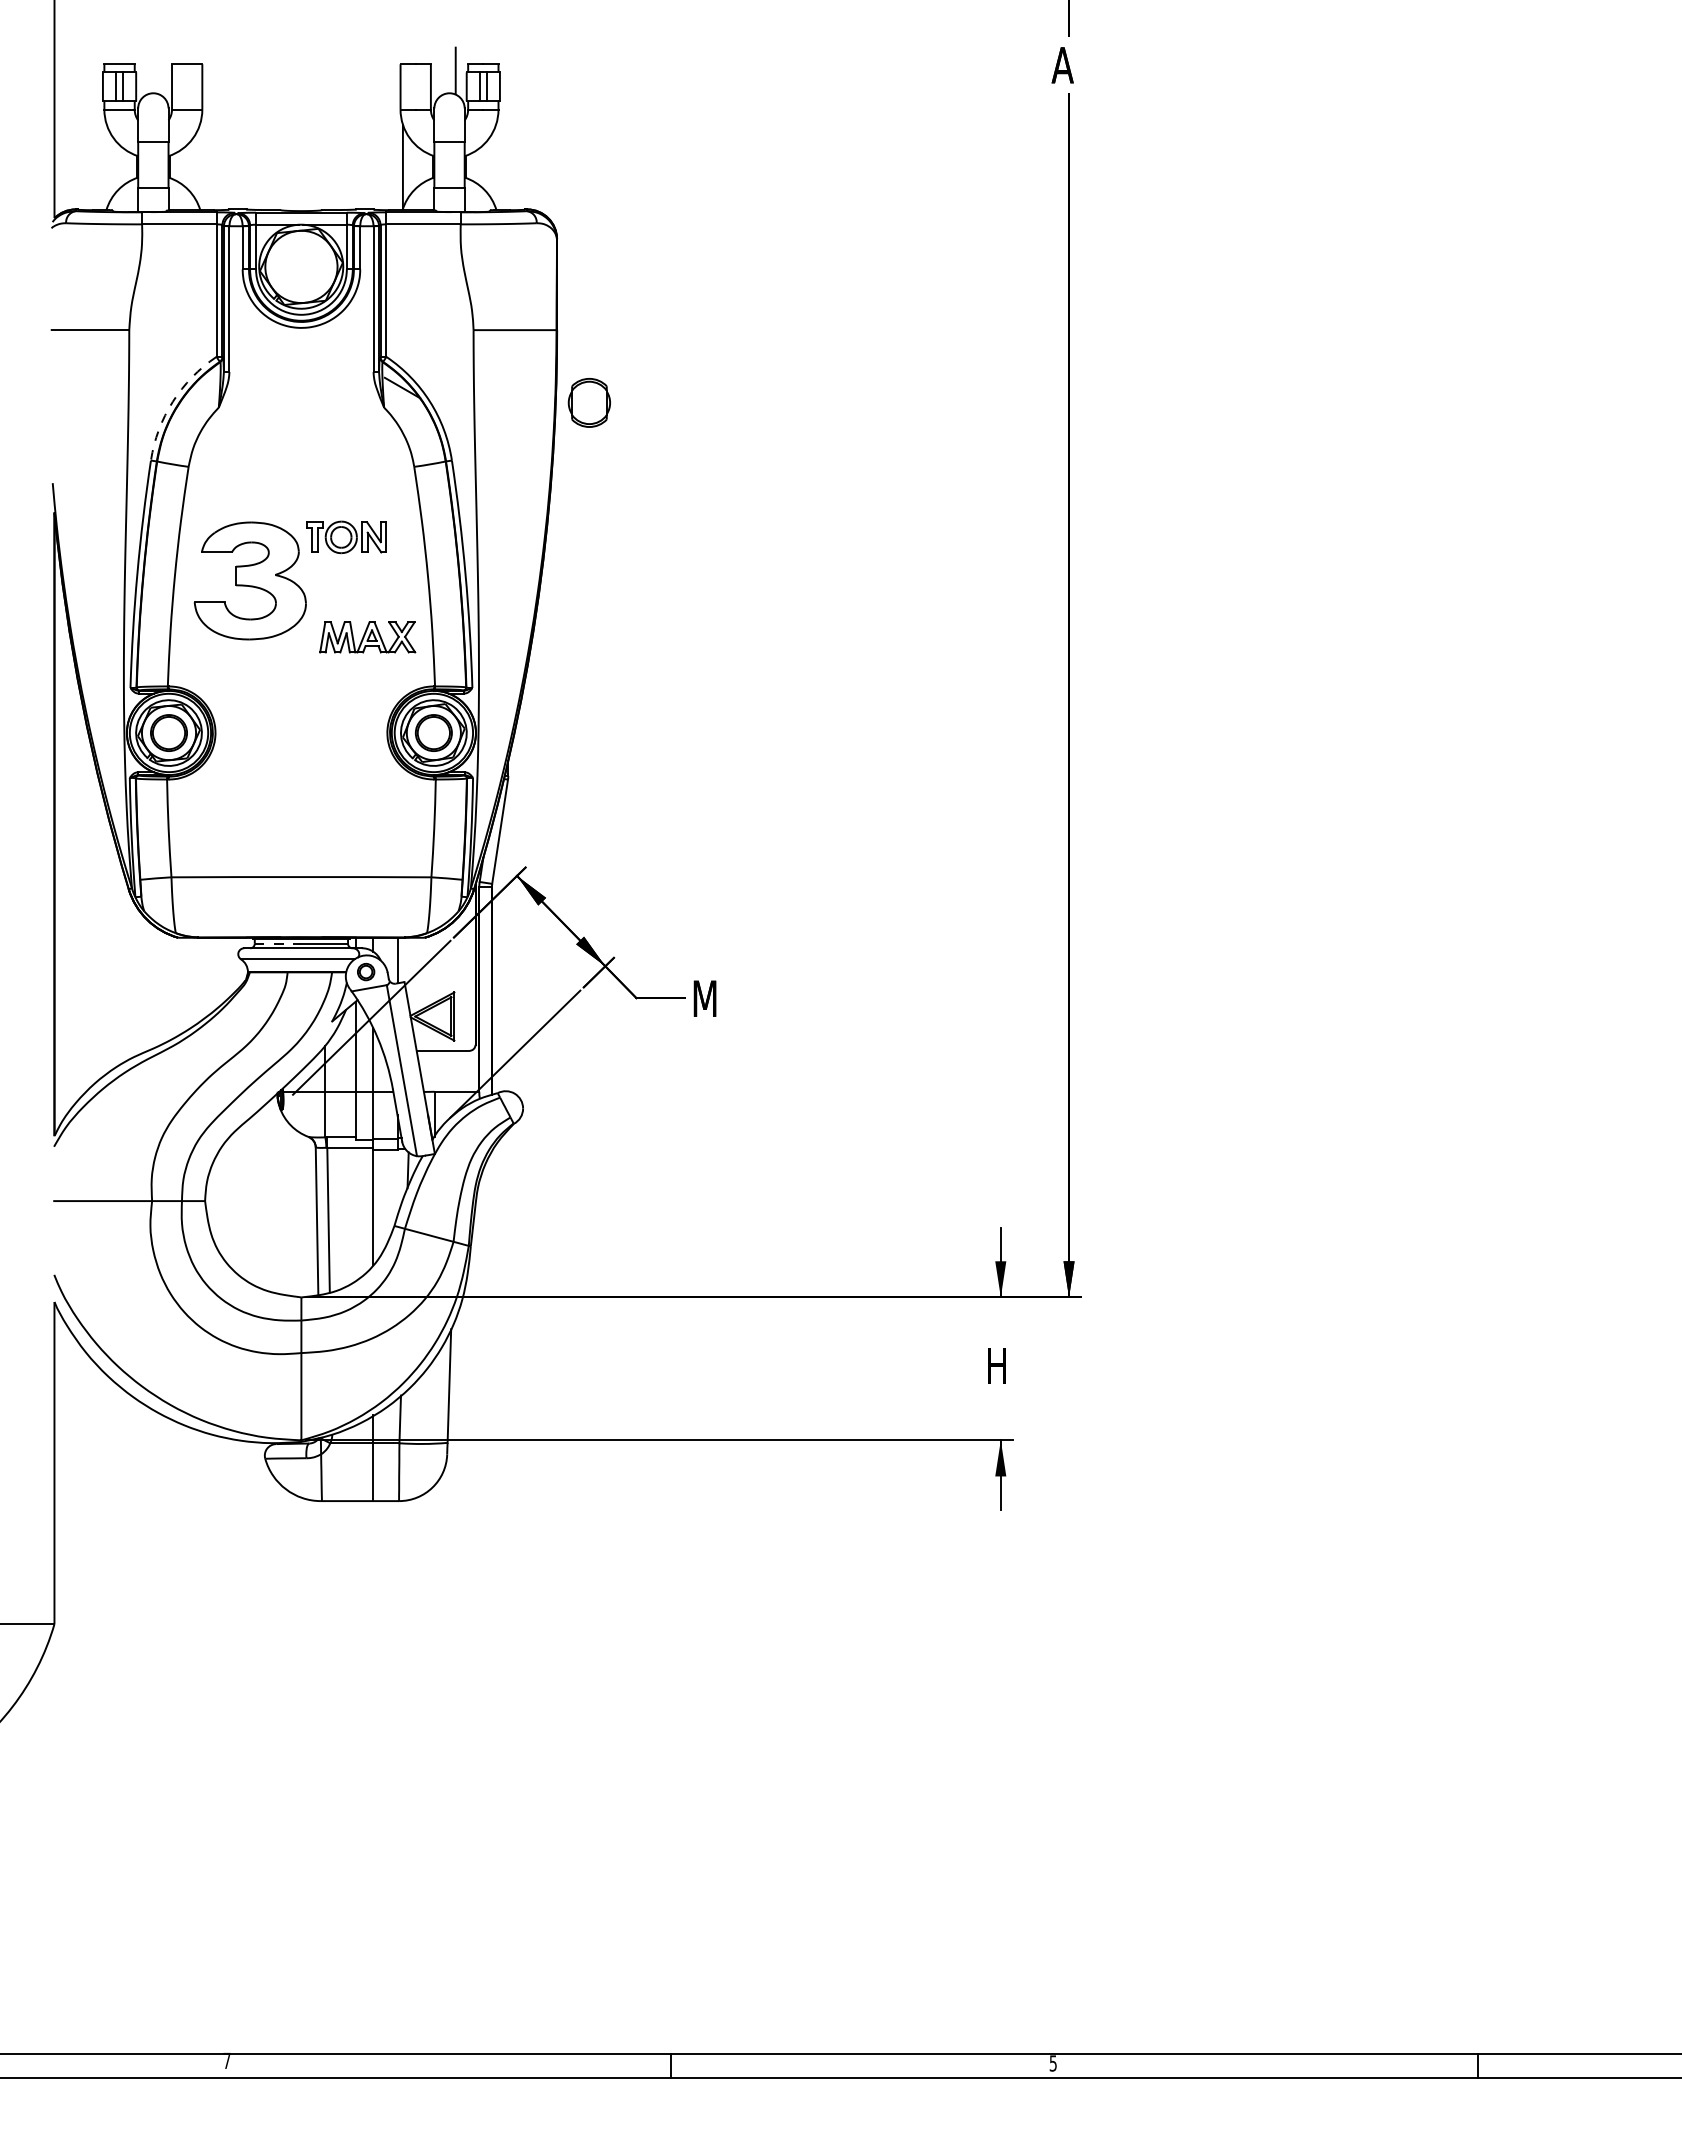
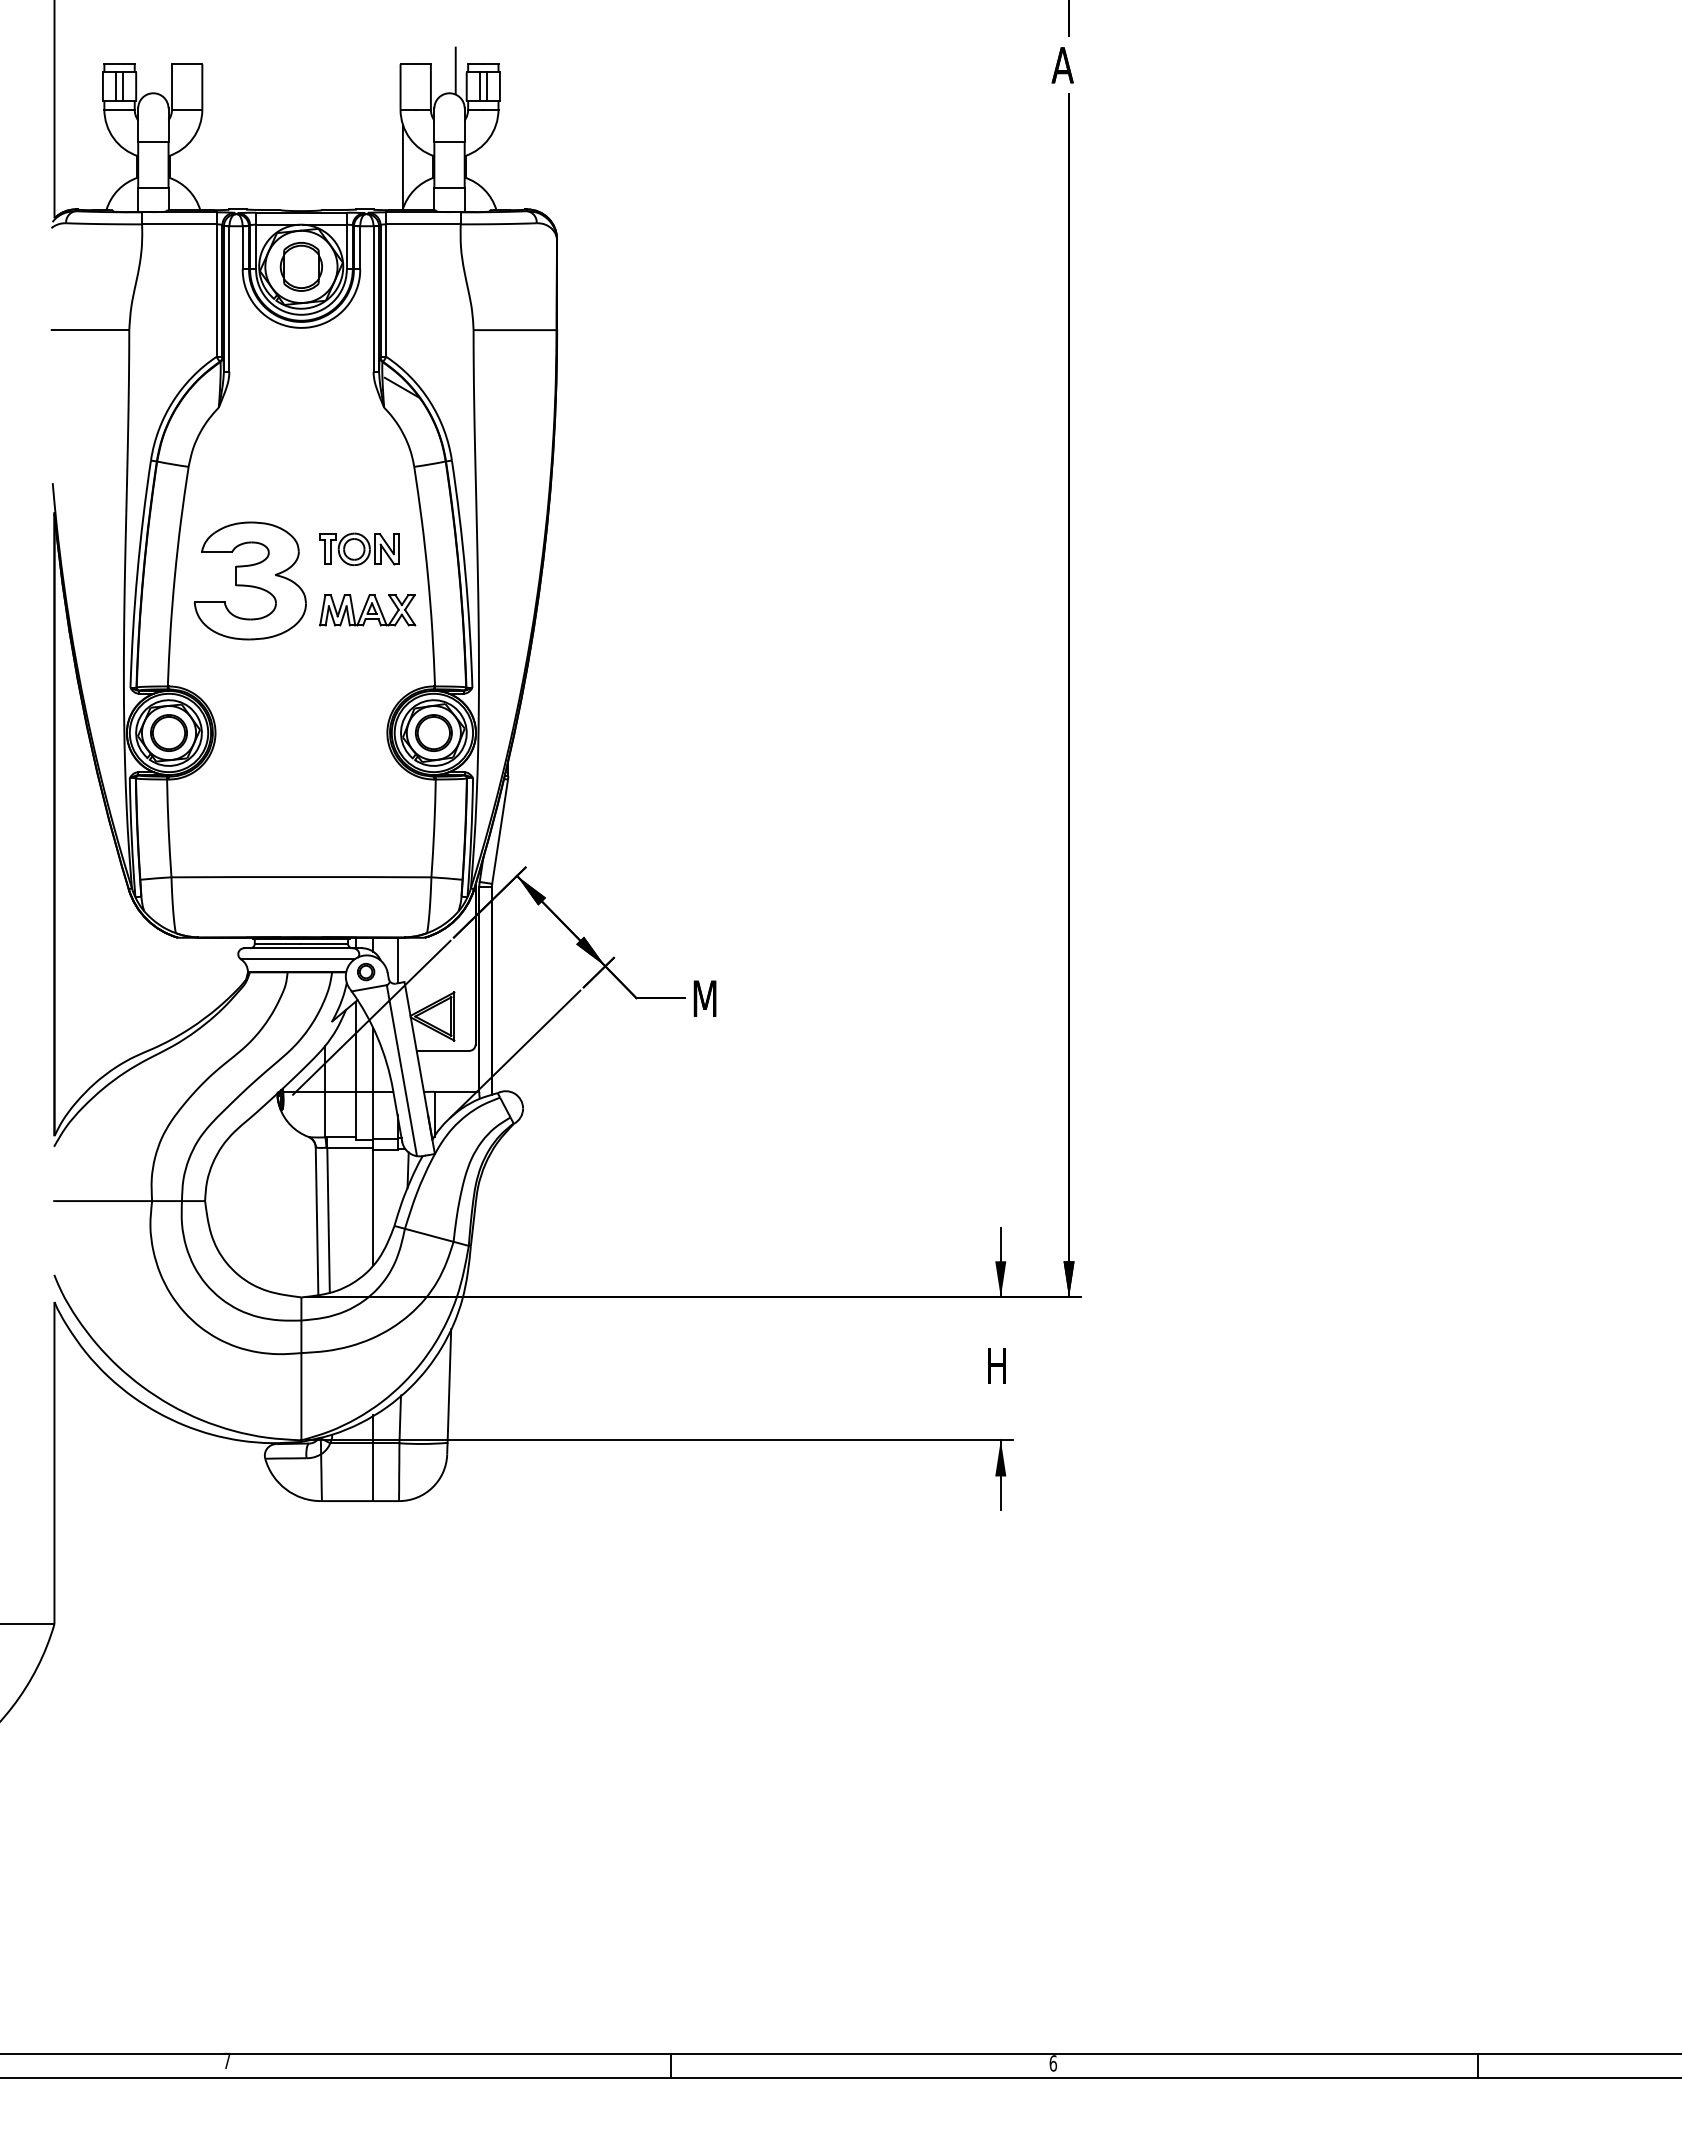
arc at (172, 401): dashed -> solid
part at (588, 402) position: (588, 402) -> (300, 266)
part at (346, 537) position: (346, 537) -> (359, 549)
part at (367, 637) position: (367, 637) -> (367, 610)
line at (278, 943): dashed -> solid
text at (1053, 2063): 5 -> 6
